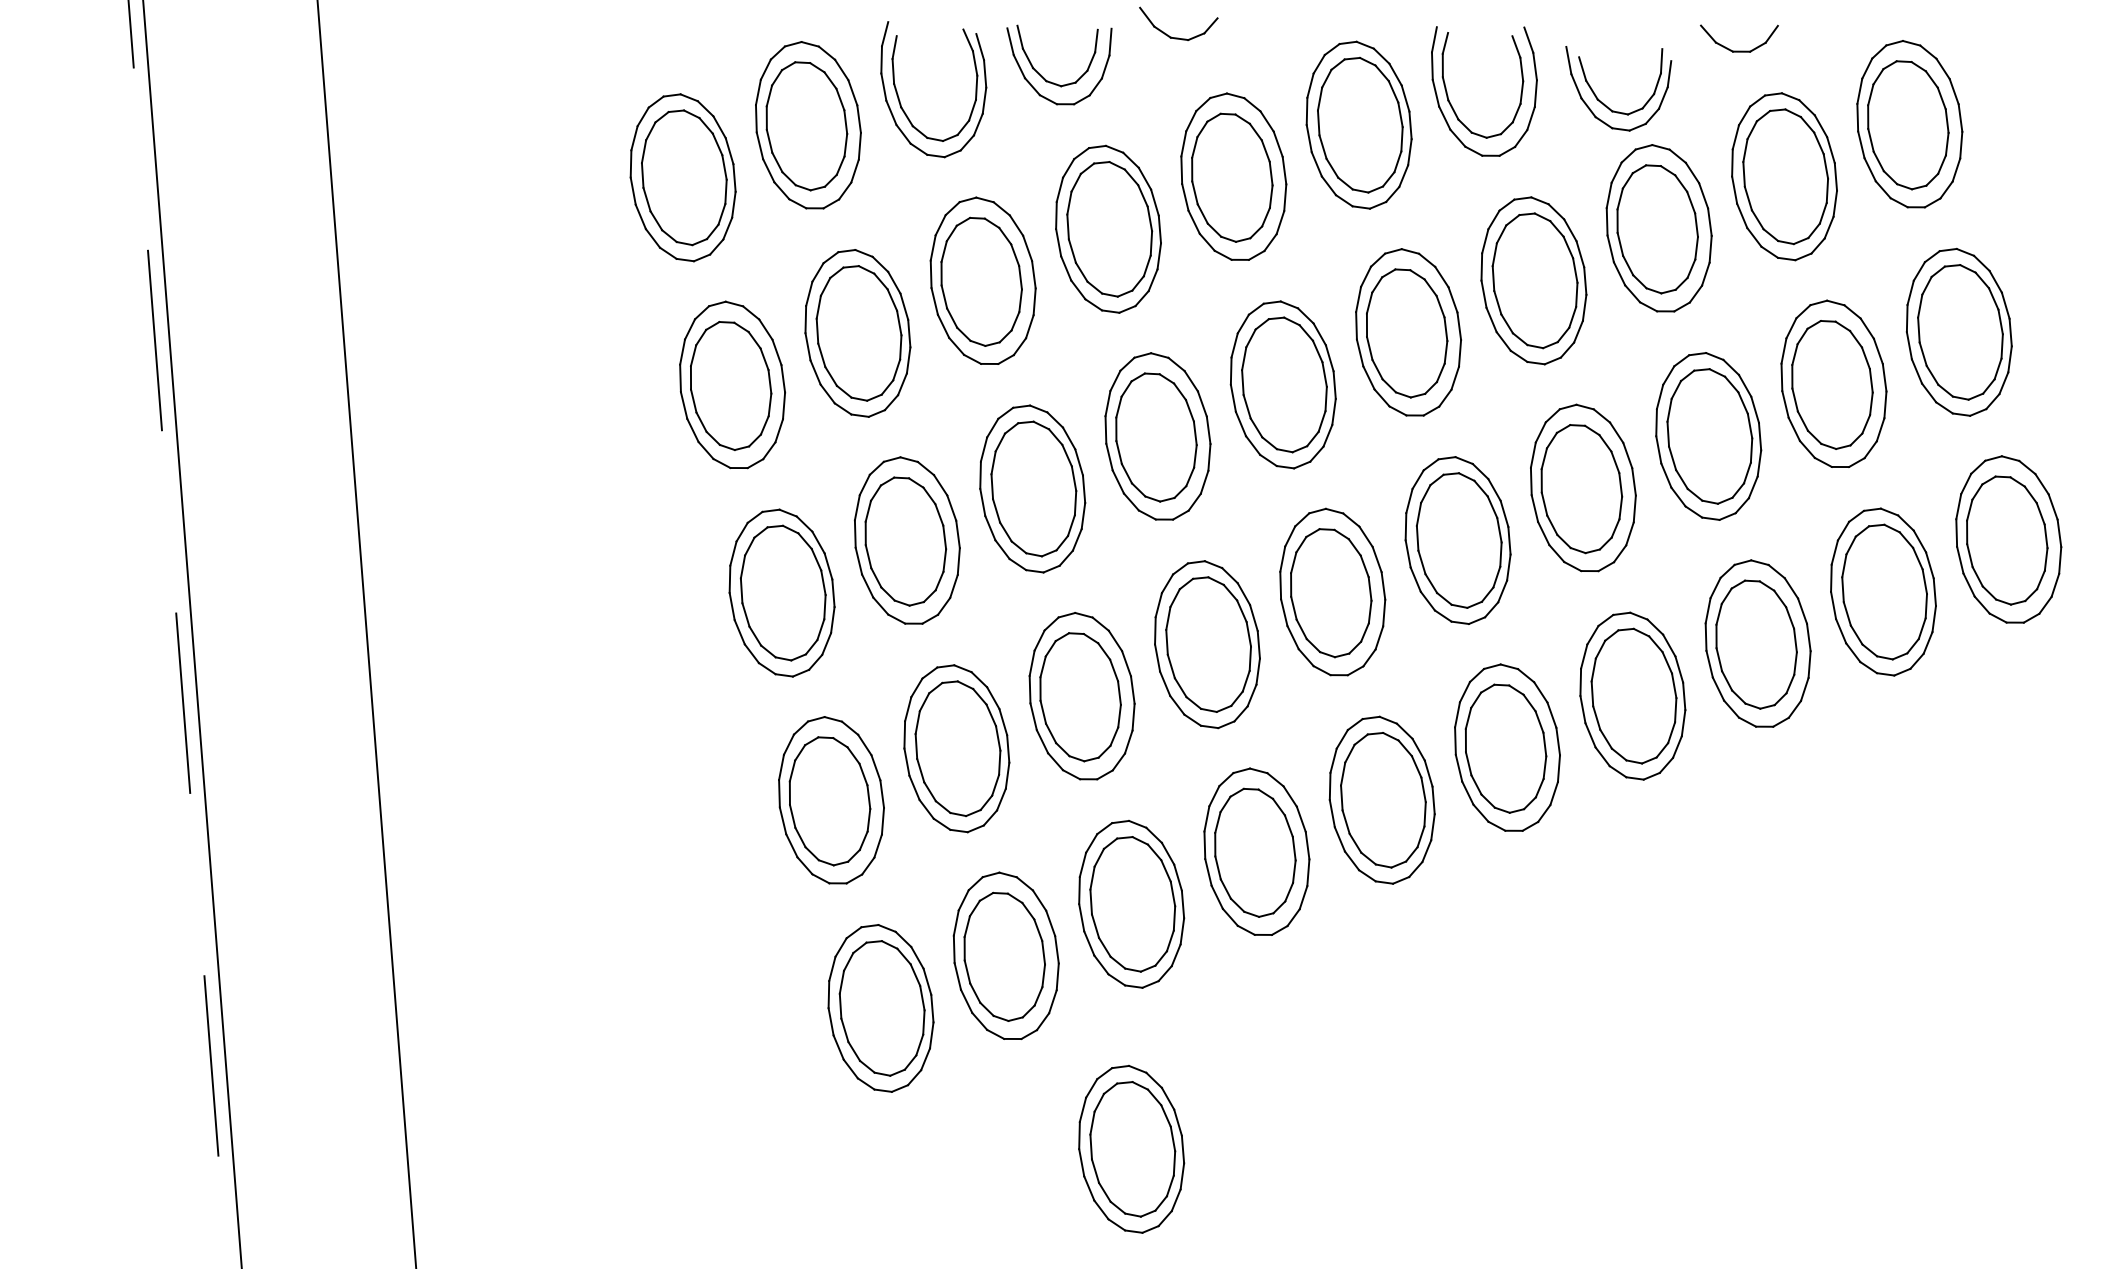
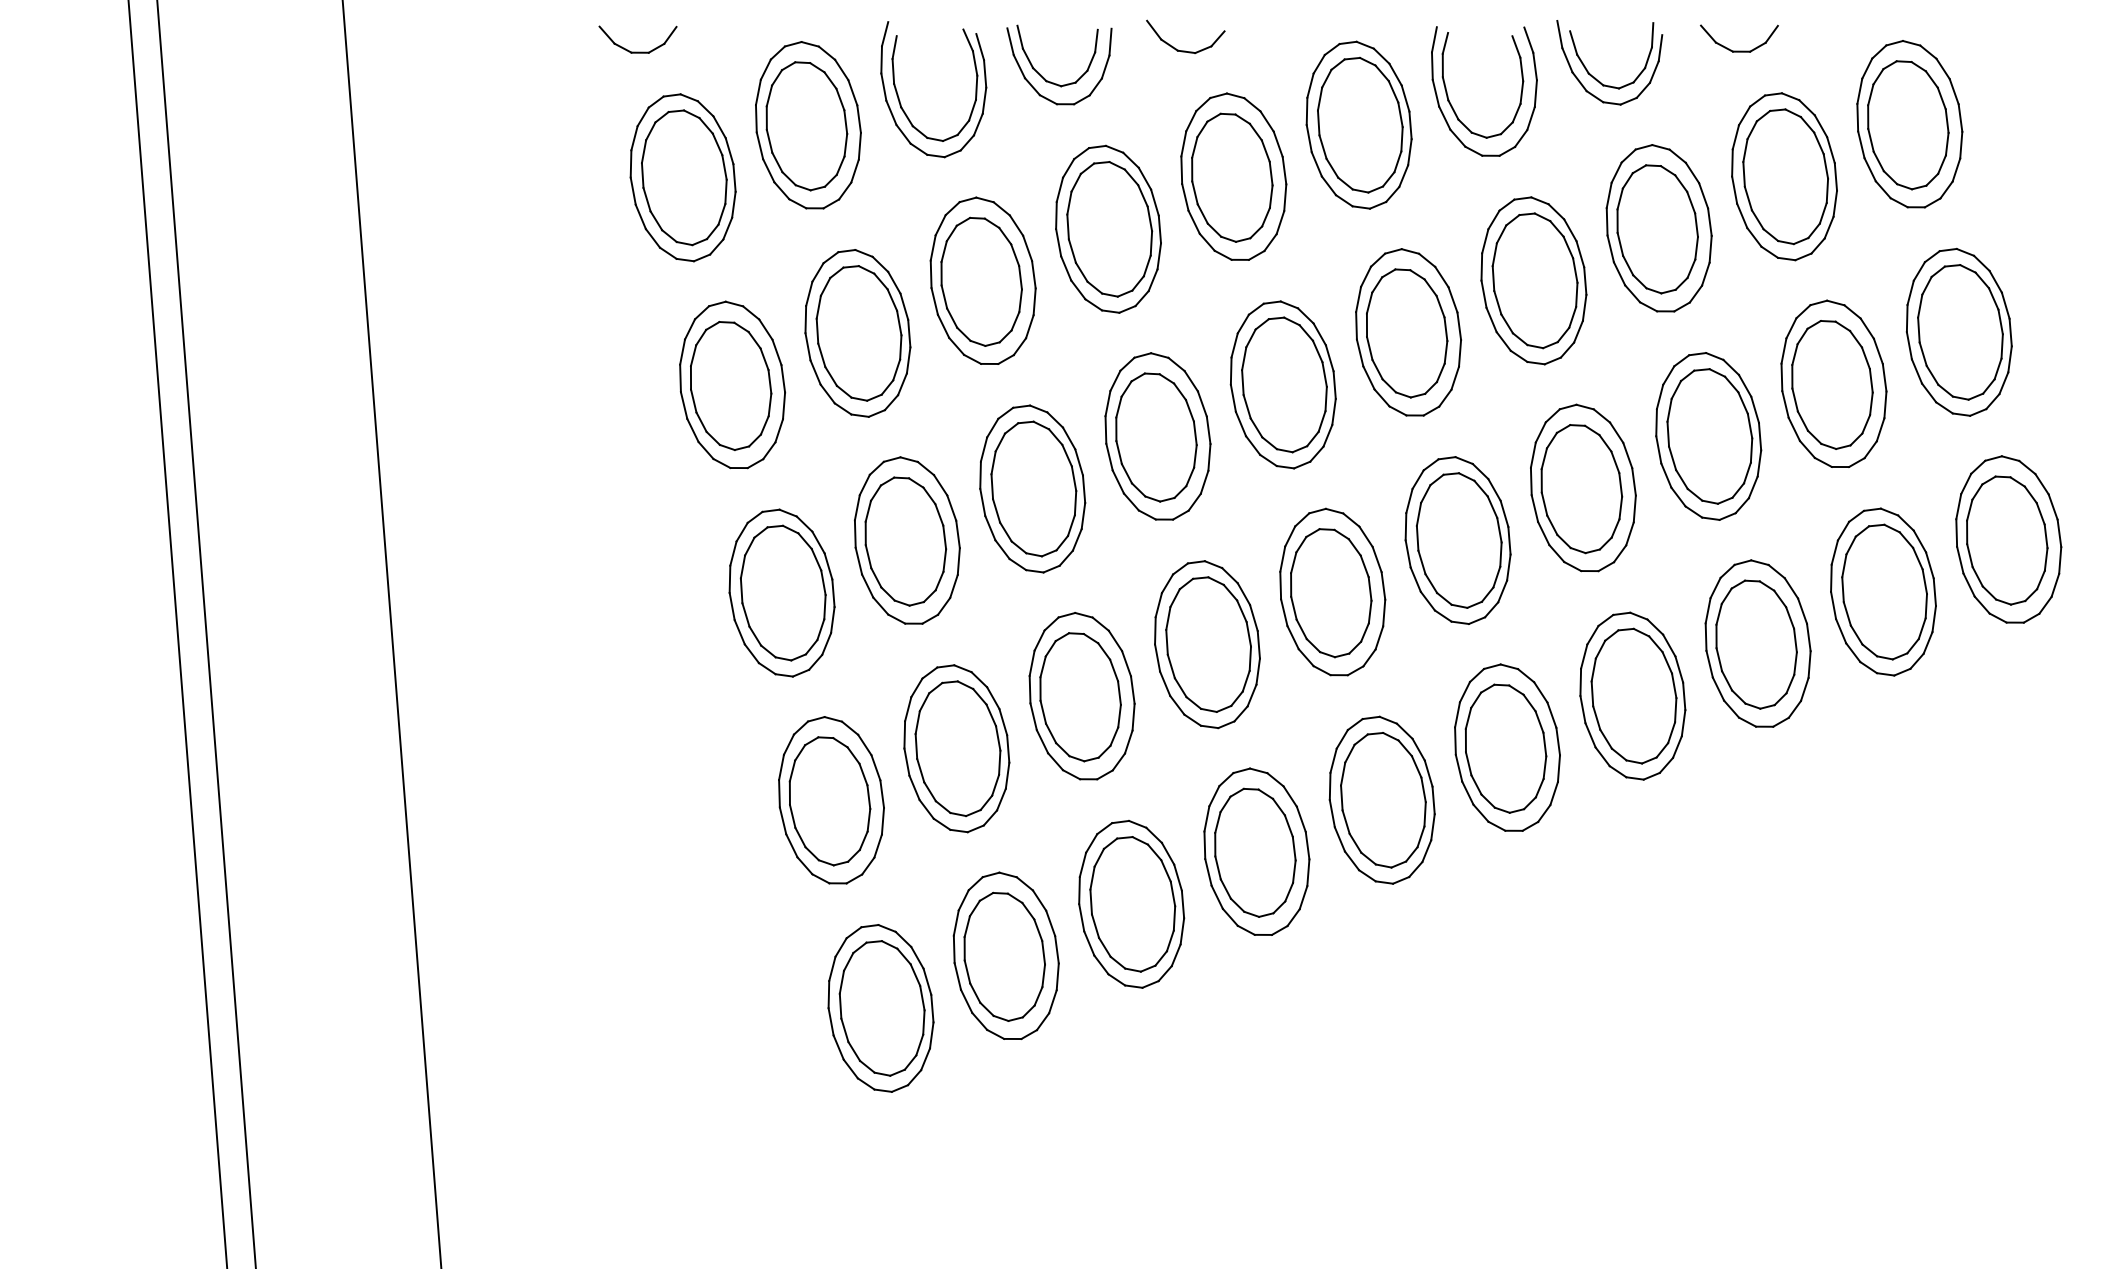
part at (1178, 37) position: (1178, 37) -> (1185, 50)
part at (637, 51): none -> present
part at (1603, 102) position: (1603, 102) -> (1594, 76)
line at (192, 633) position: (192, 633) -> (206, 633)
line at (366, 633) position: (366, 633) -> (391, 633)
line at (177, 634): dashed -> solid
part at (1131, 1148): present -> none
